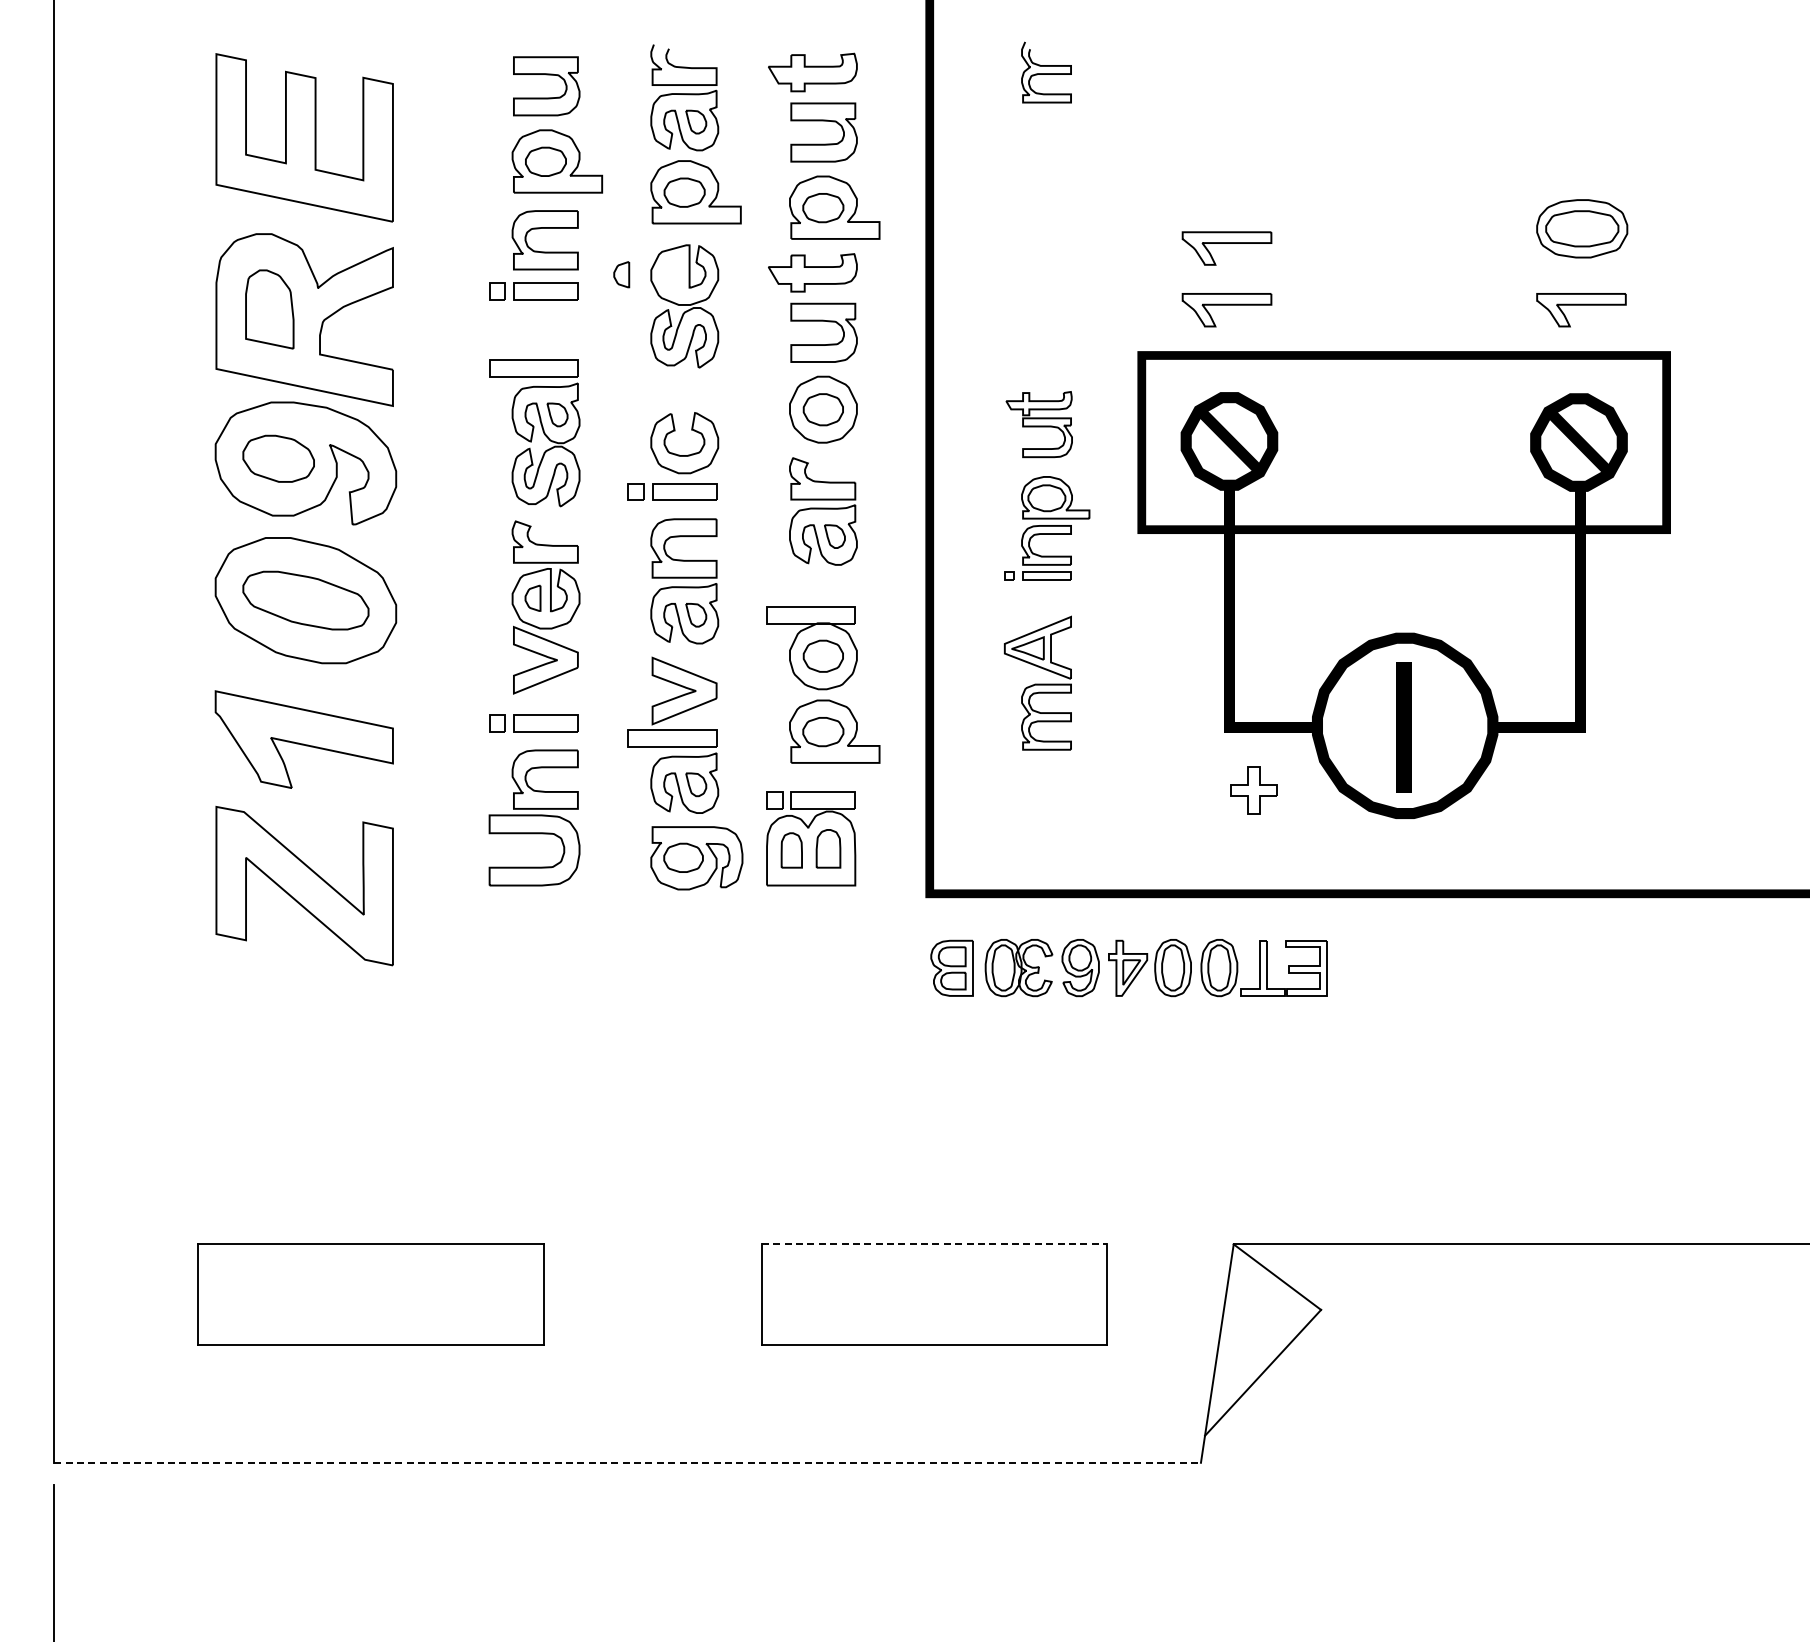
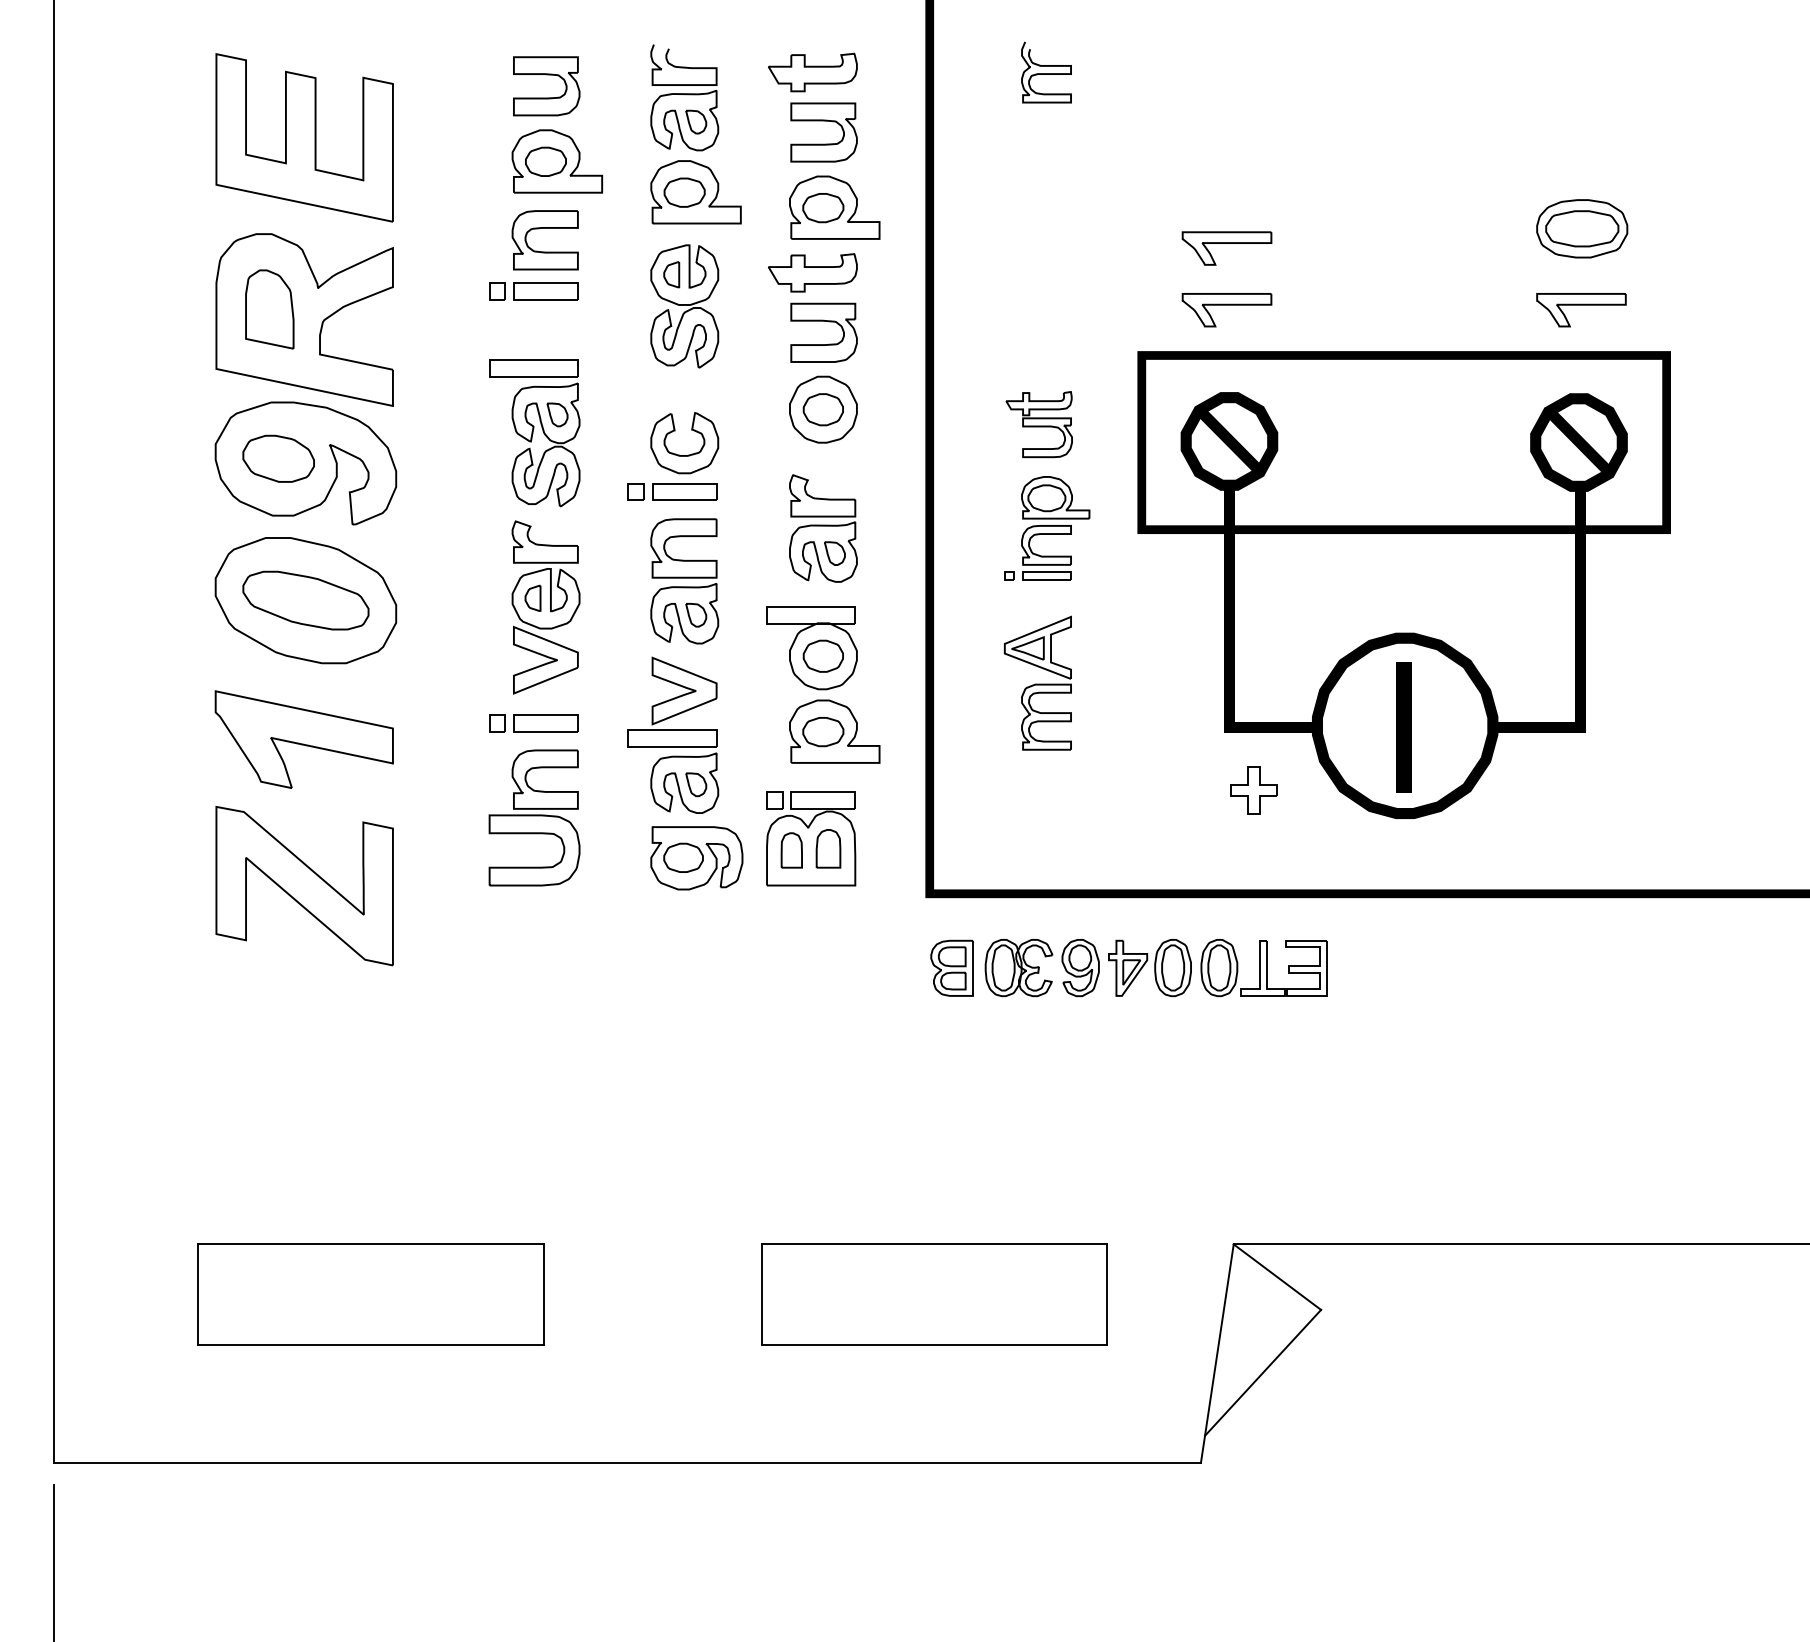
part at (621, 274) position: (621, 274) -> (671, 274)
part at (823, 511) position: (823, 511) -> (823, 528)
line at (934, 1244): dashed -> solid
line at (628, 1462): dashed -> solid
